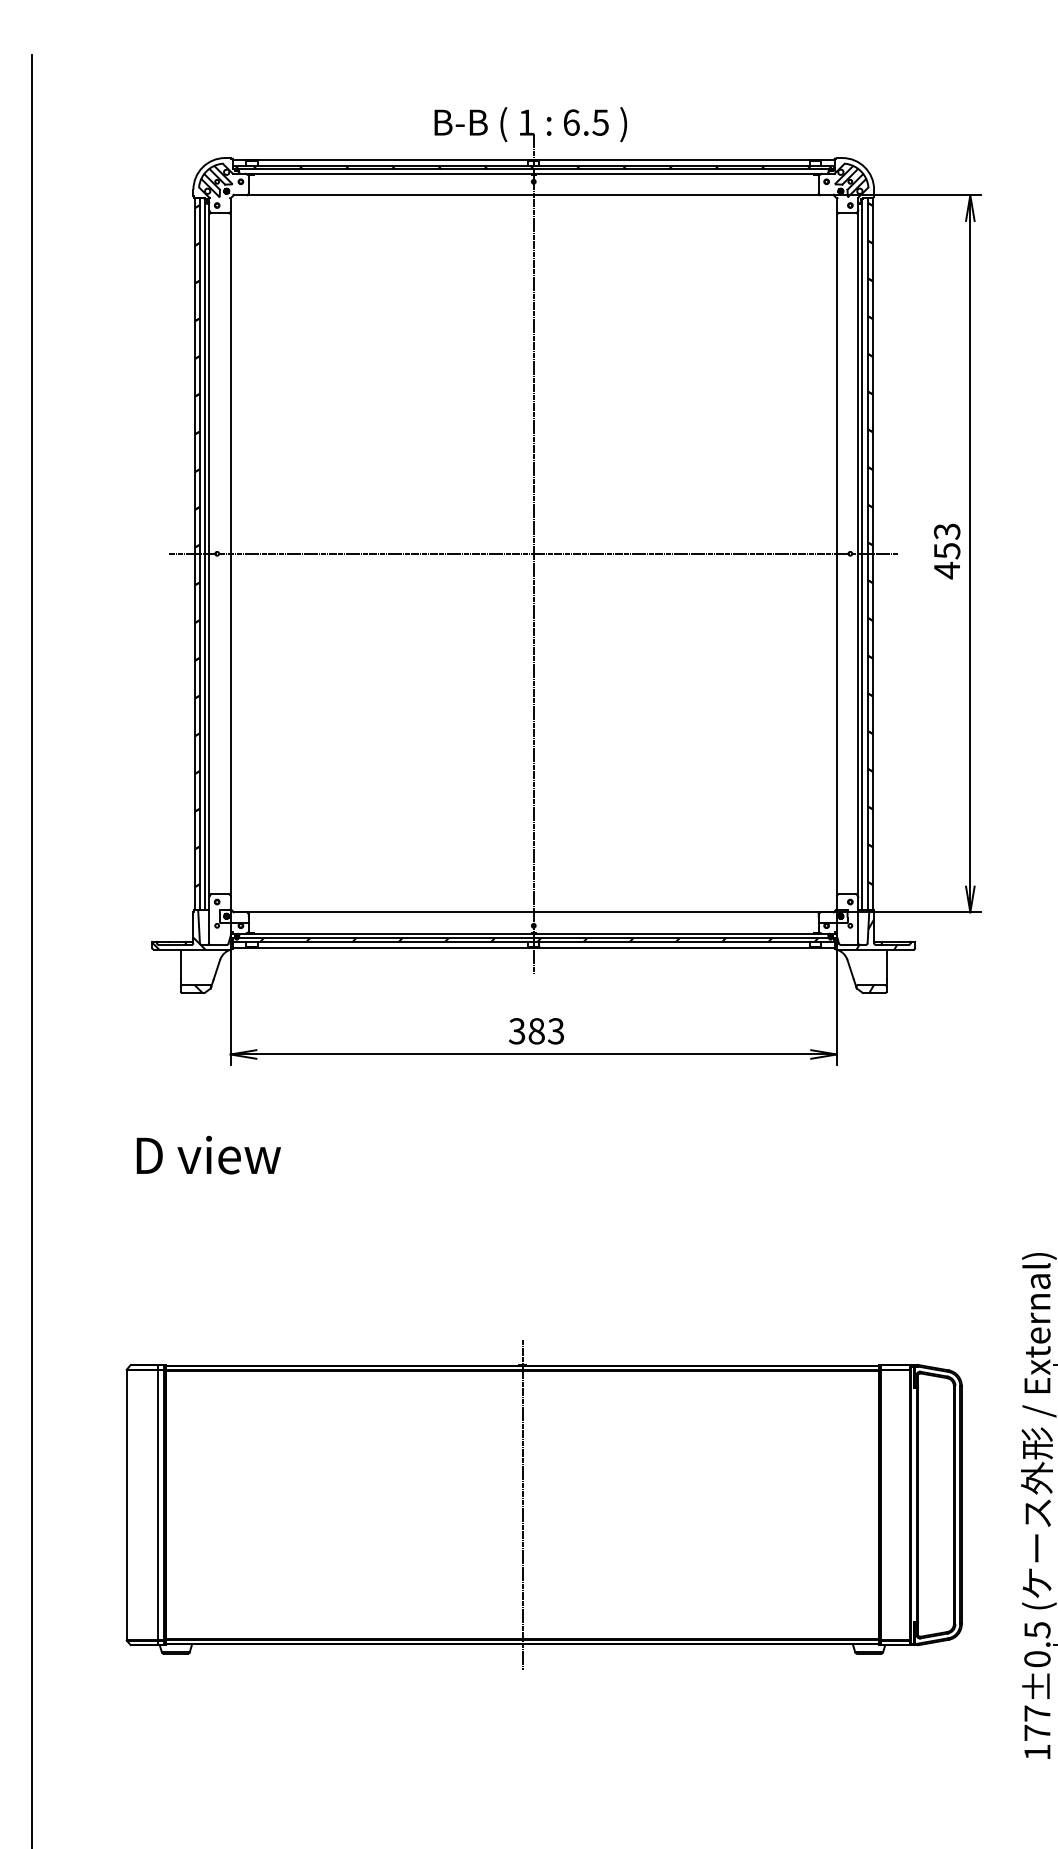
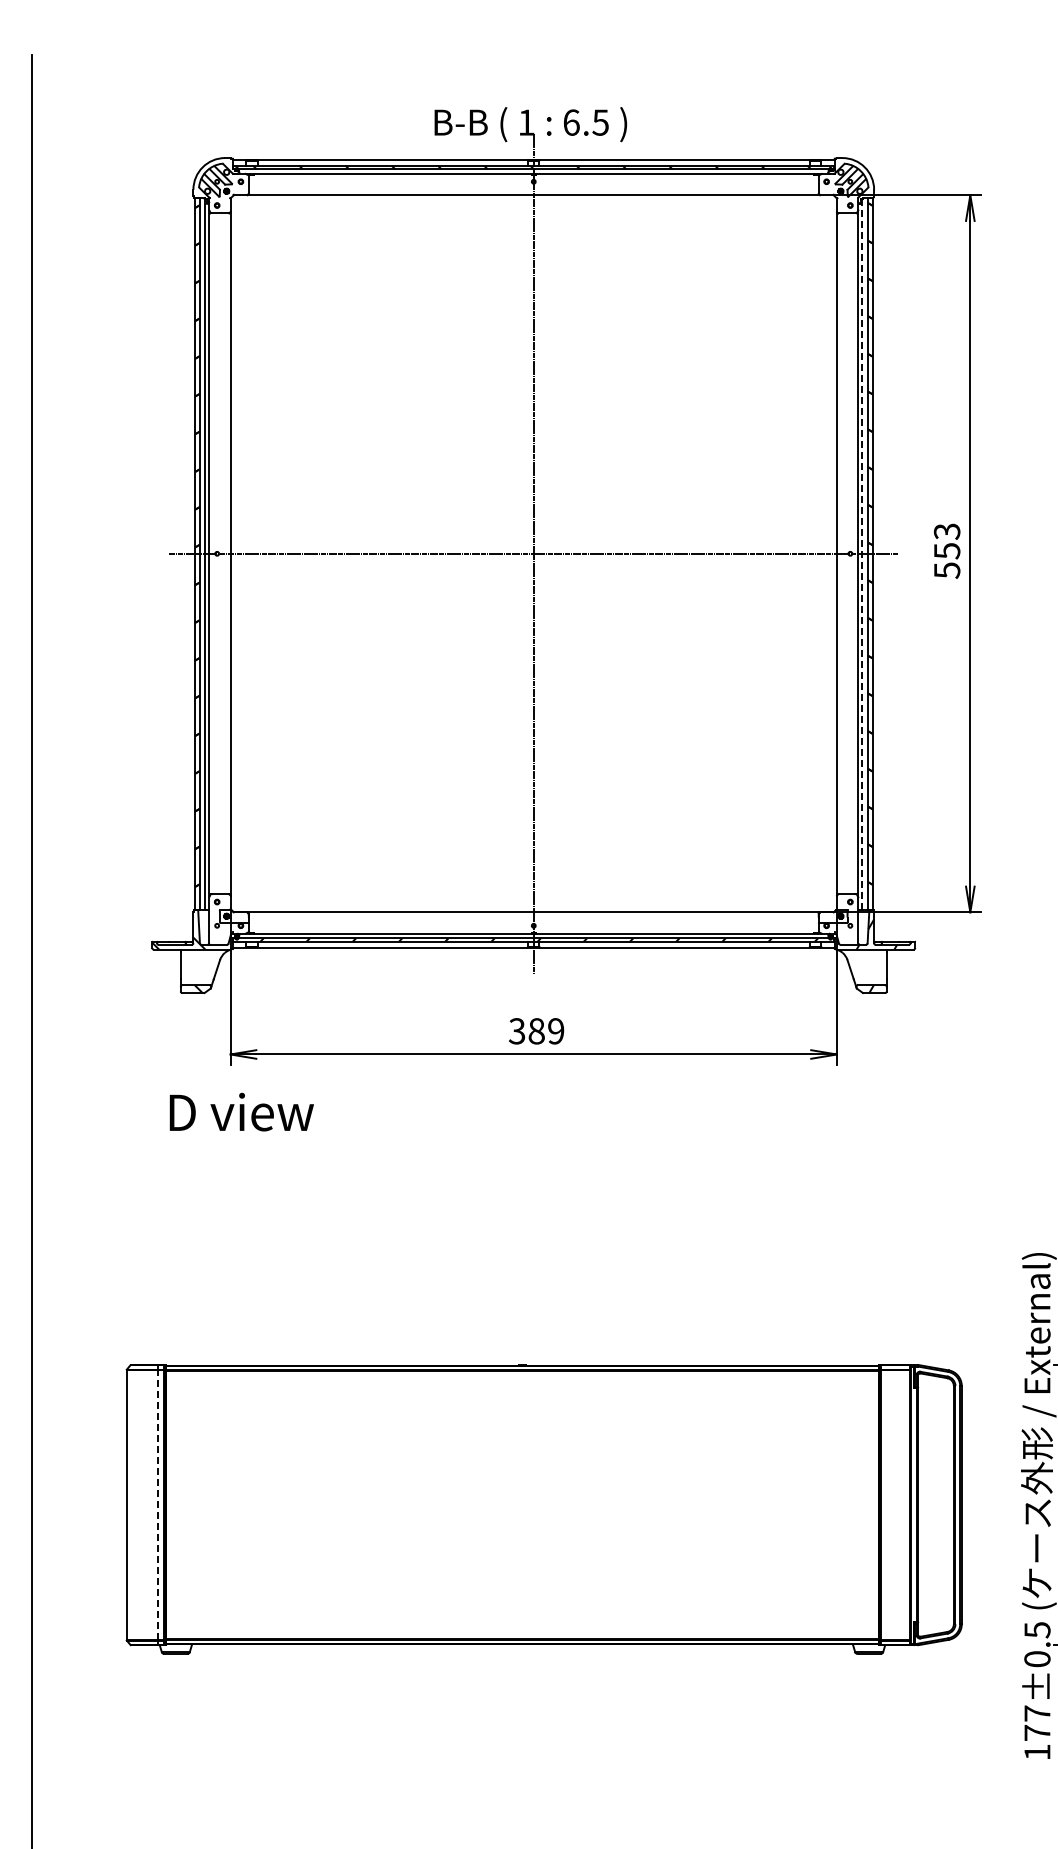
line at (862, 554): solid -> dashed
text at (947, 570): 453 -> 553
text at (555, 1031): 383 -> 389
text at (208, 1154) position: (208, 1154) -> (241, 1111)
line at (158, 1504): solid -> dashed
line at (522, 1504): present -> none
